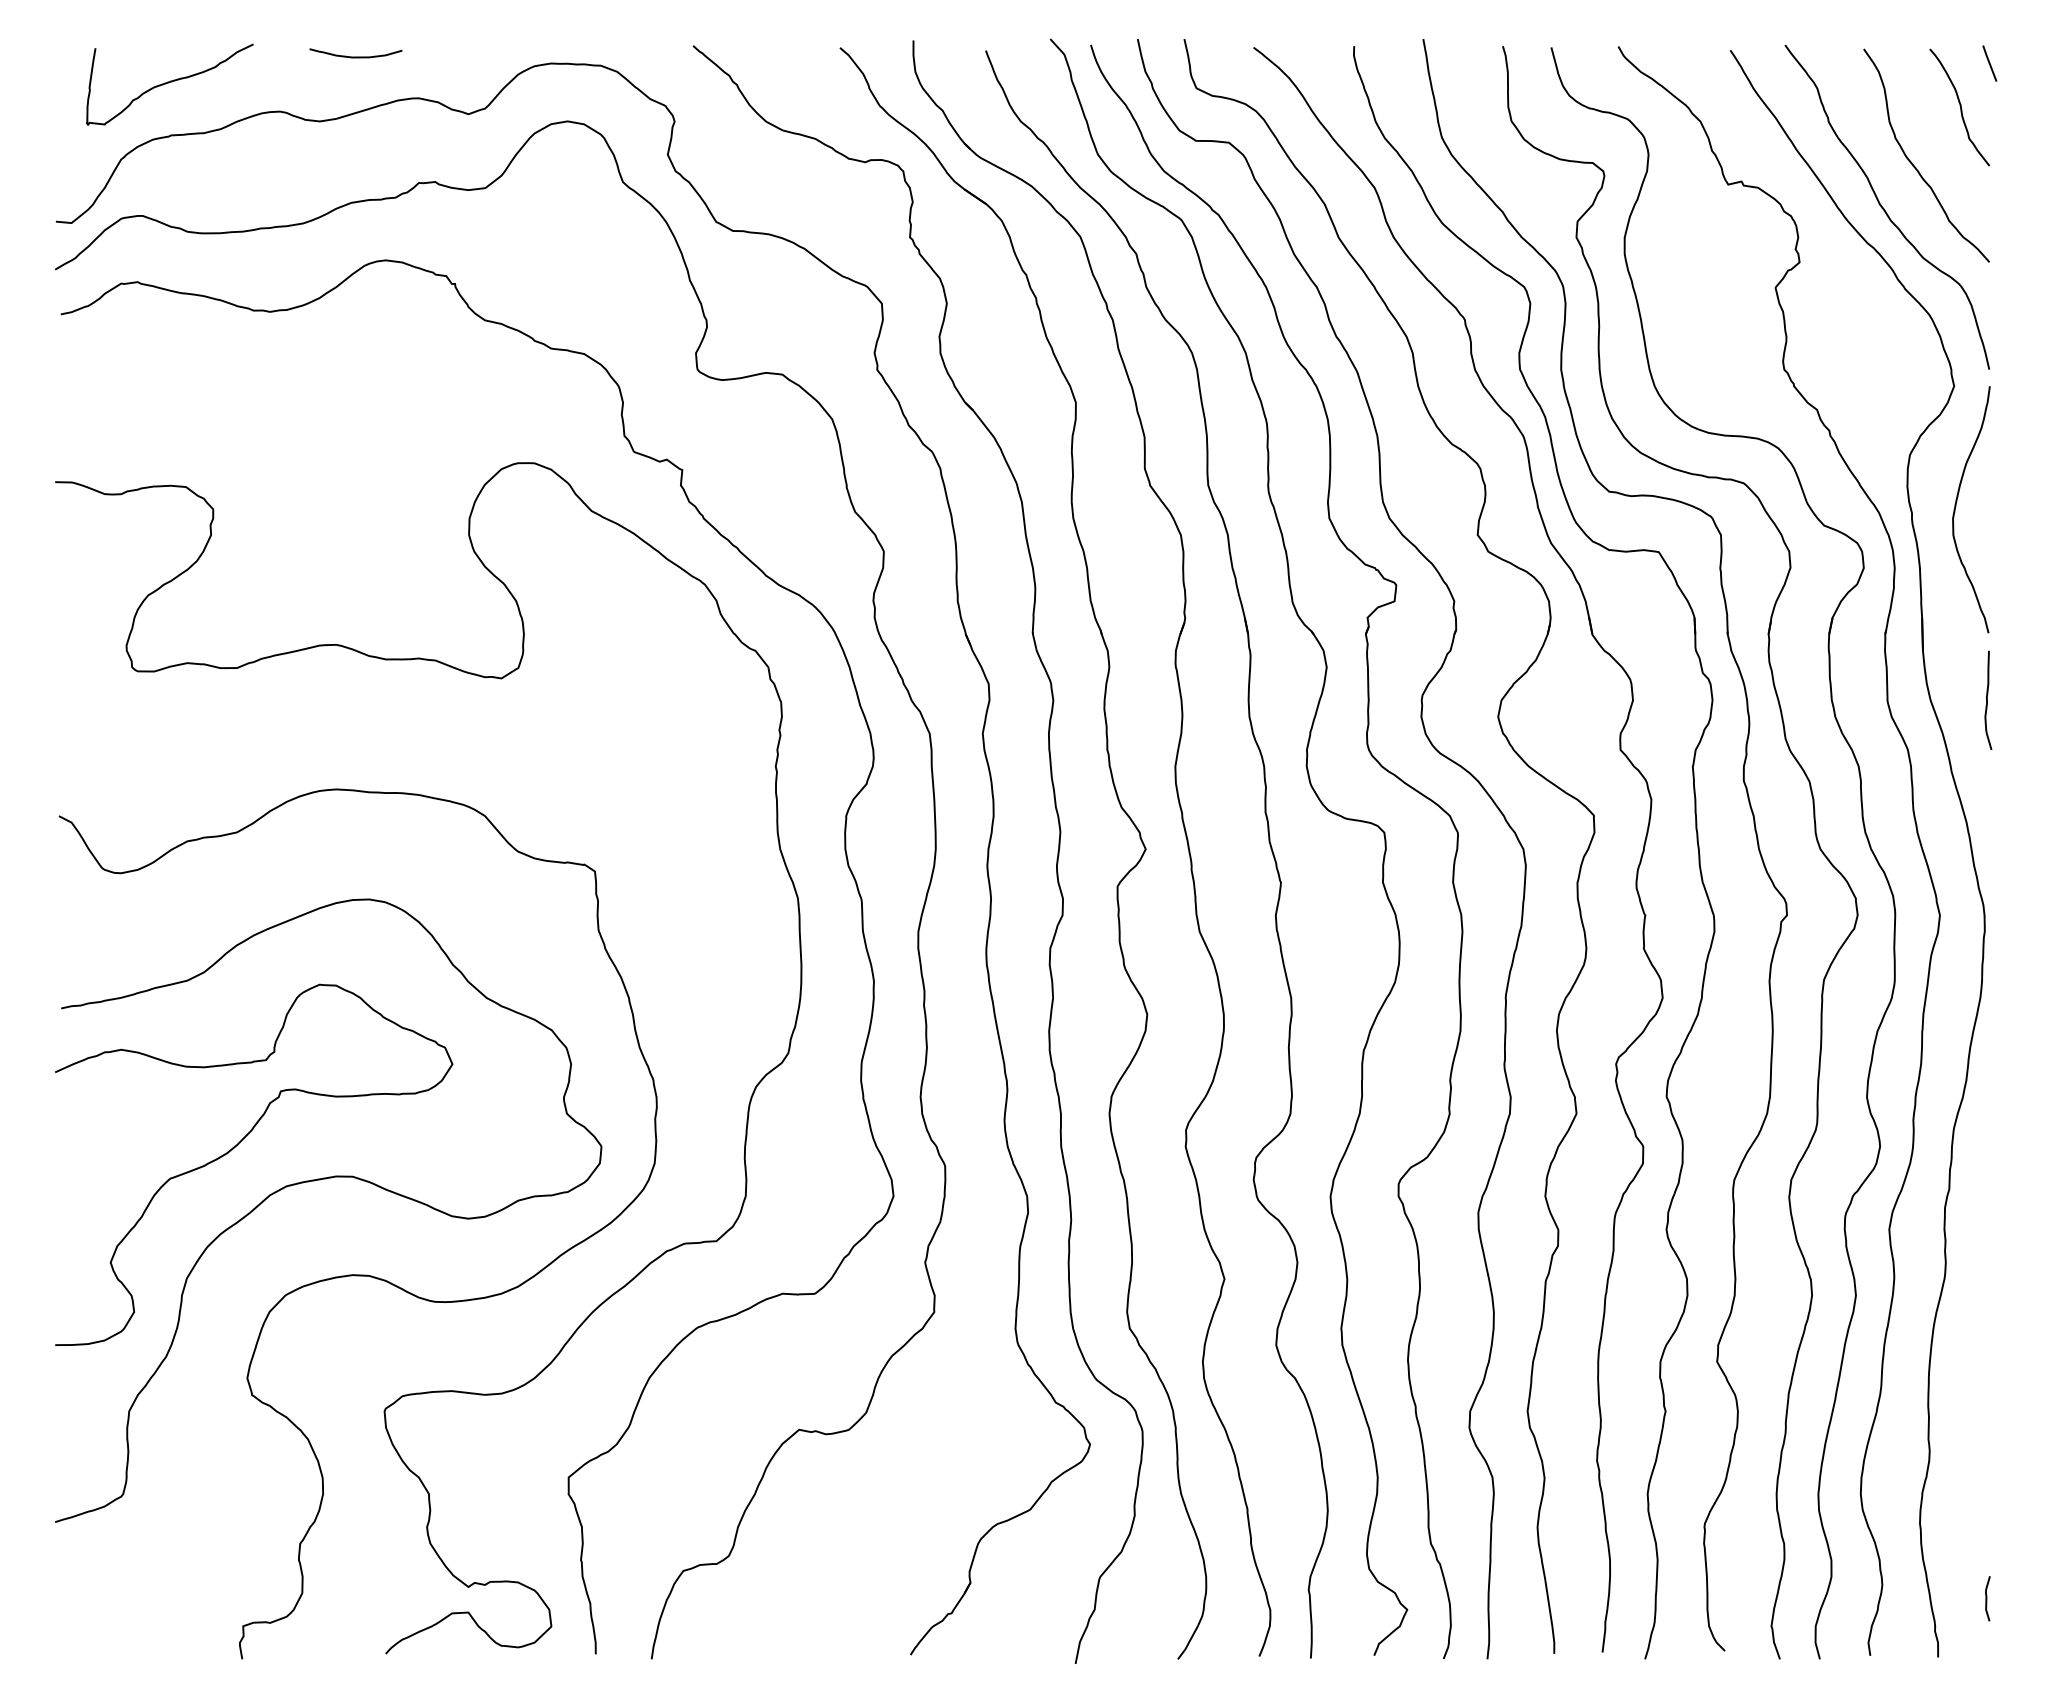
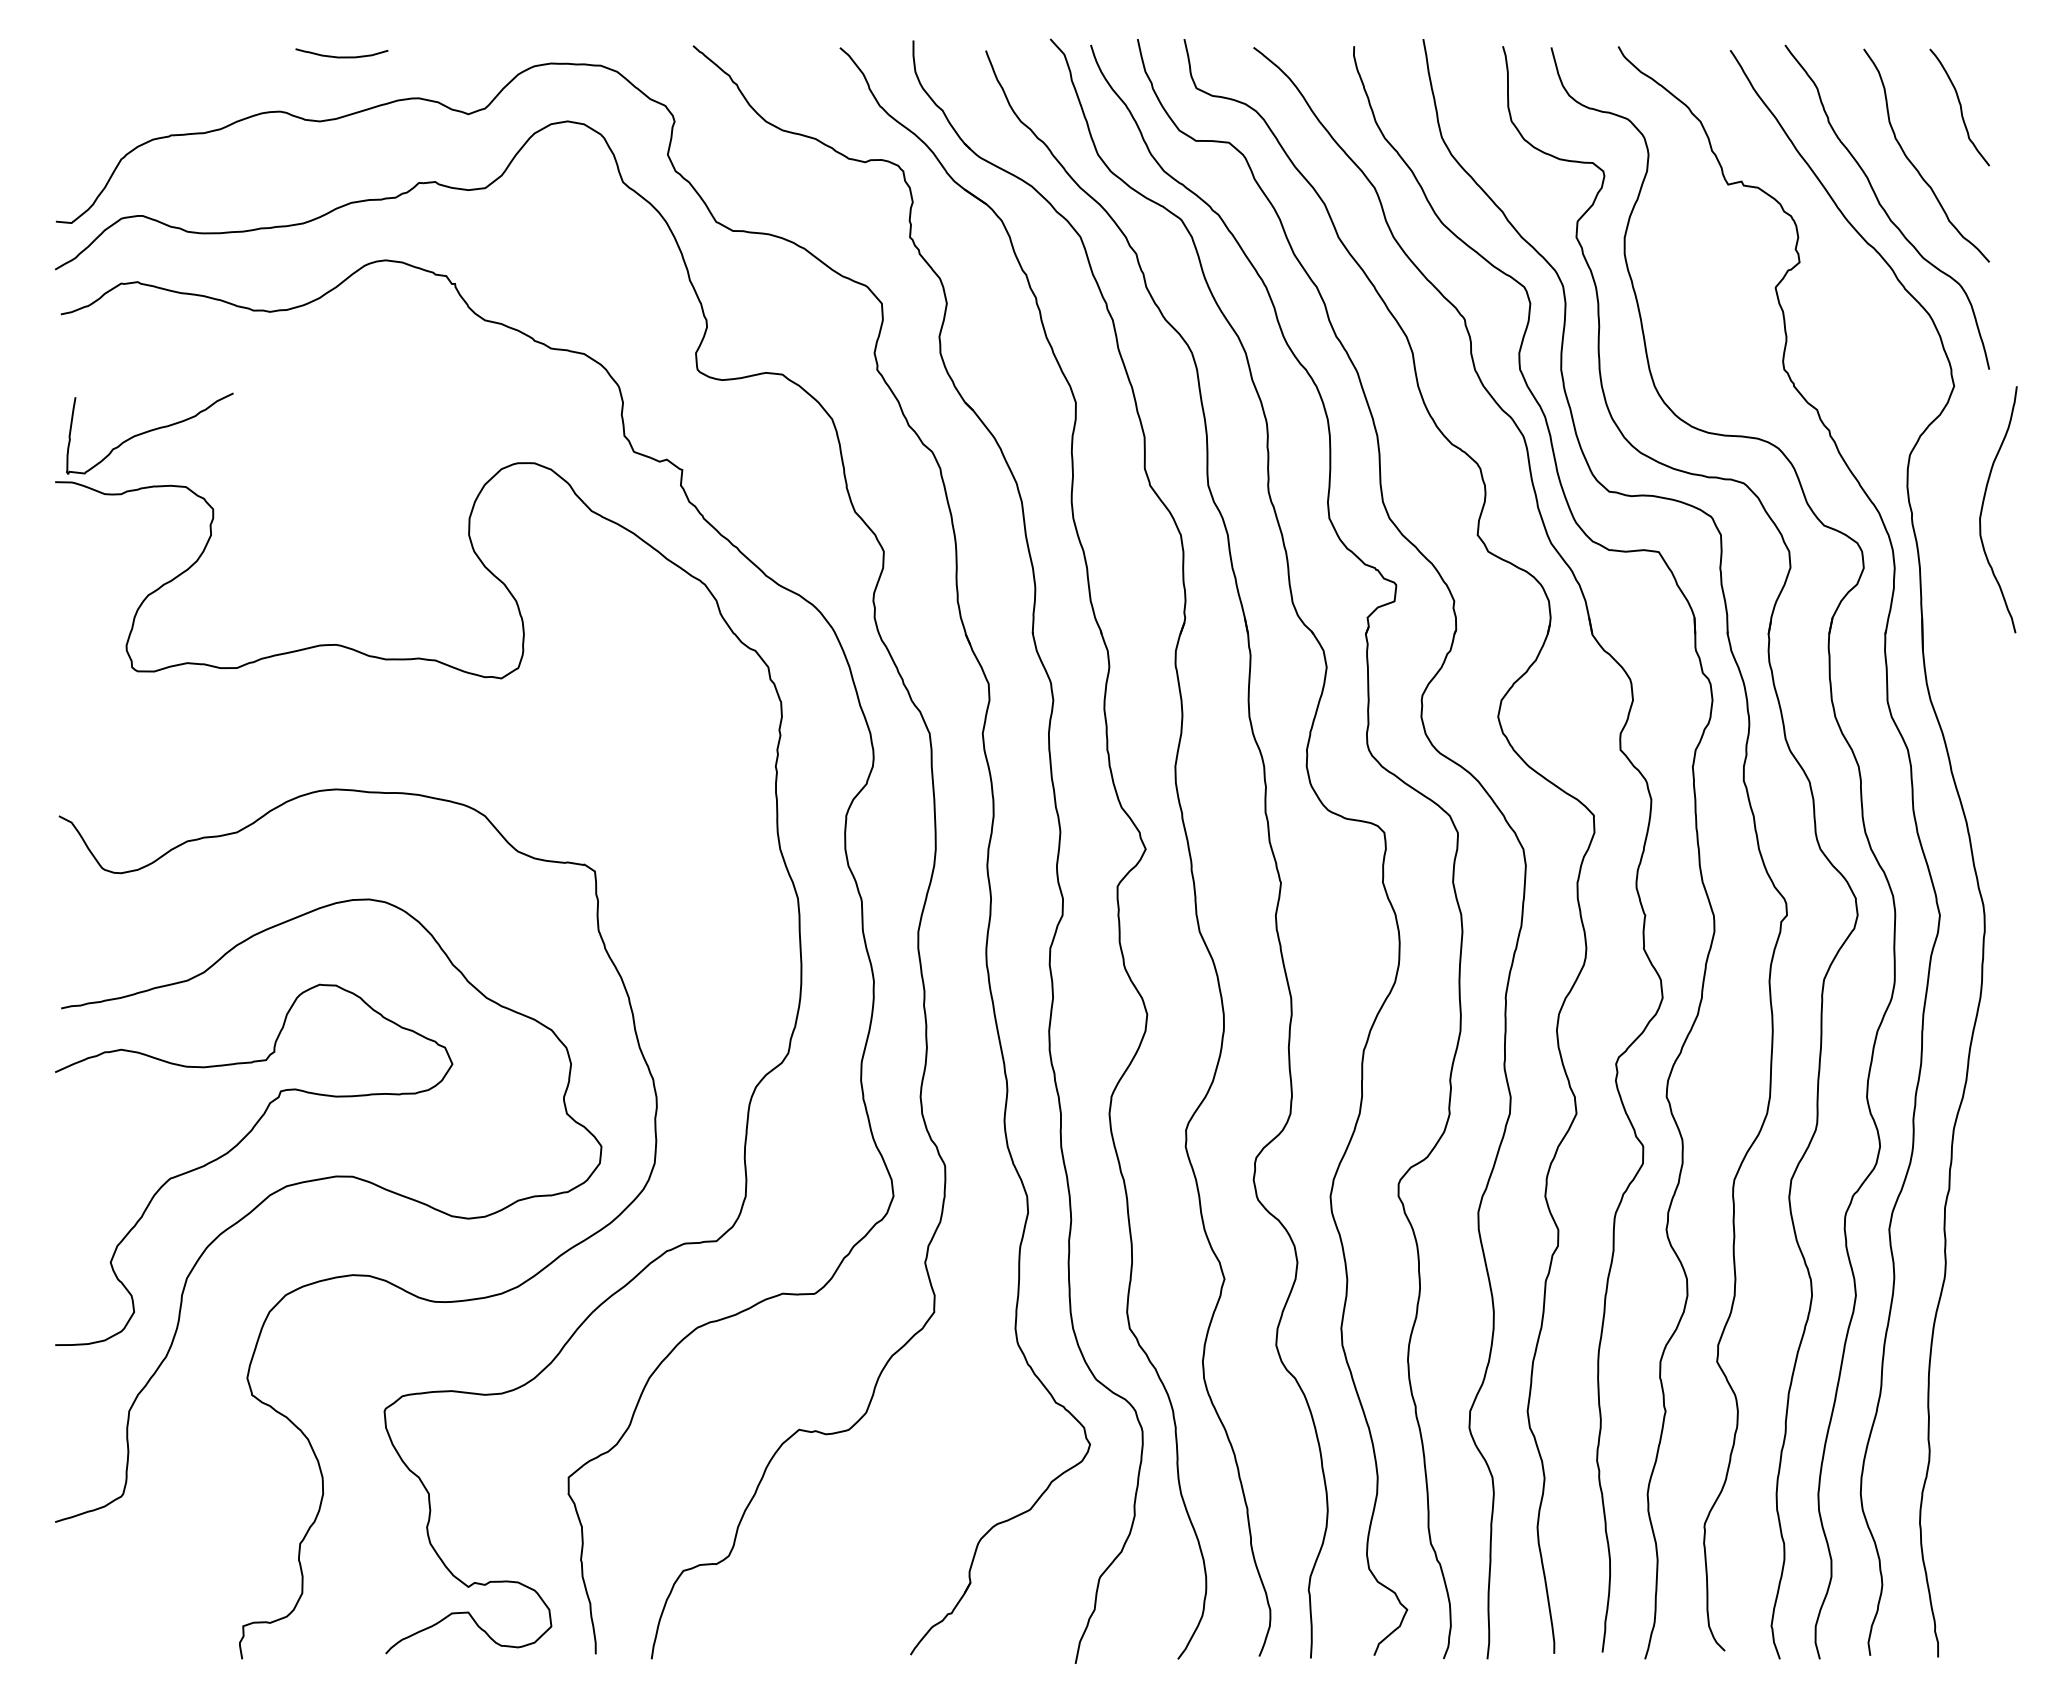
curve at (355, 56) position: (355, 56) -> (341, 56)
line at (1989, 63): present -> none
curve at (169, 83) position: (169, 83) -> (149, 432)
curve at (1956, 507) position: (1956, 507) -> (1983, 507)
curve at (1987, 699): present -> none
curve at (1987, 1598): present -> none
